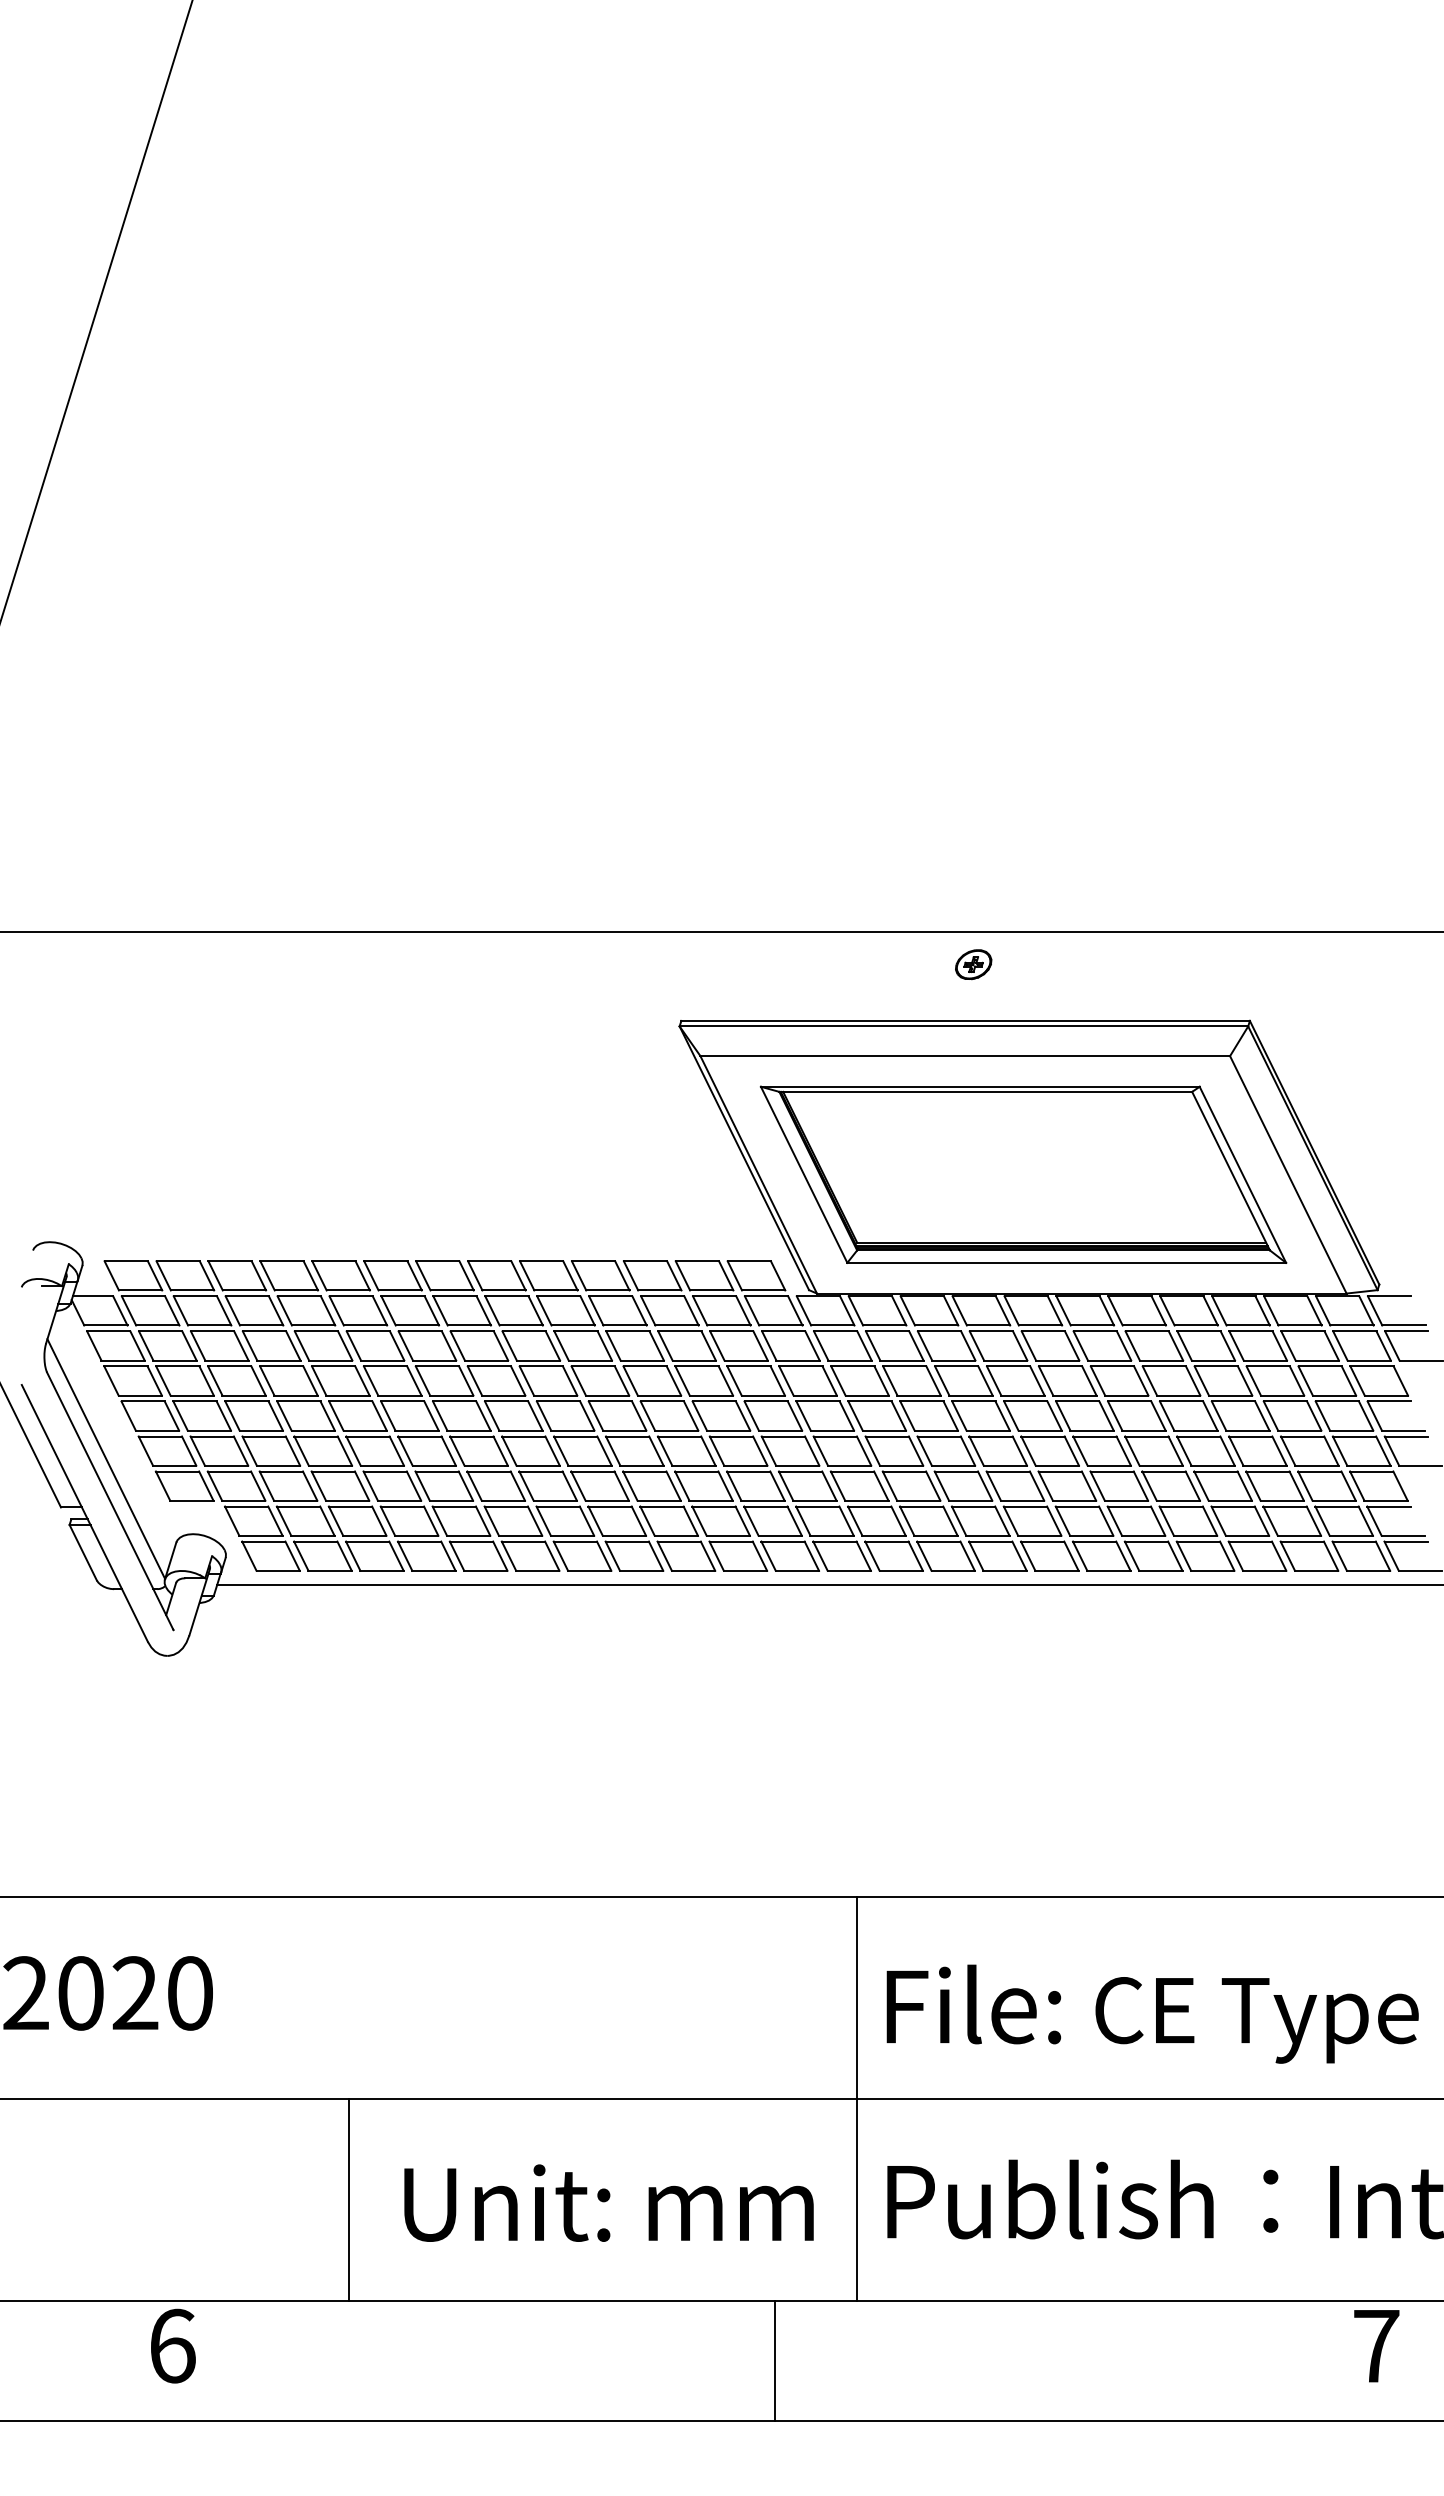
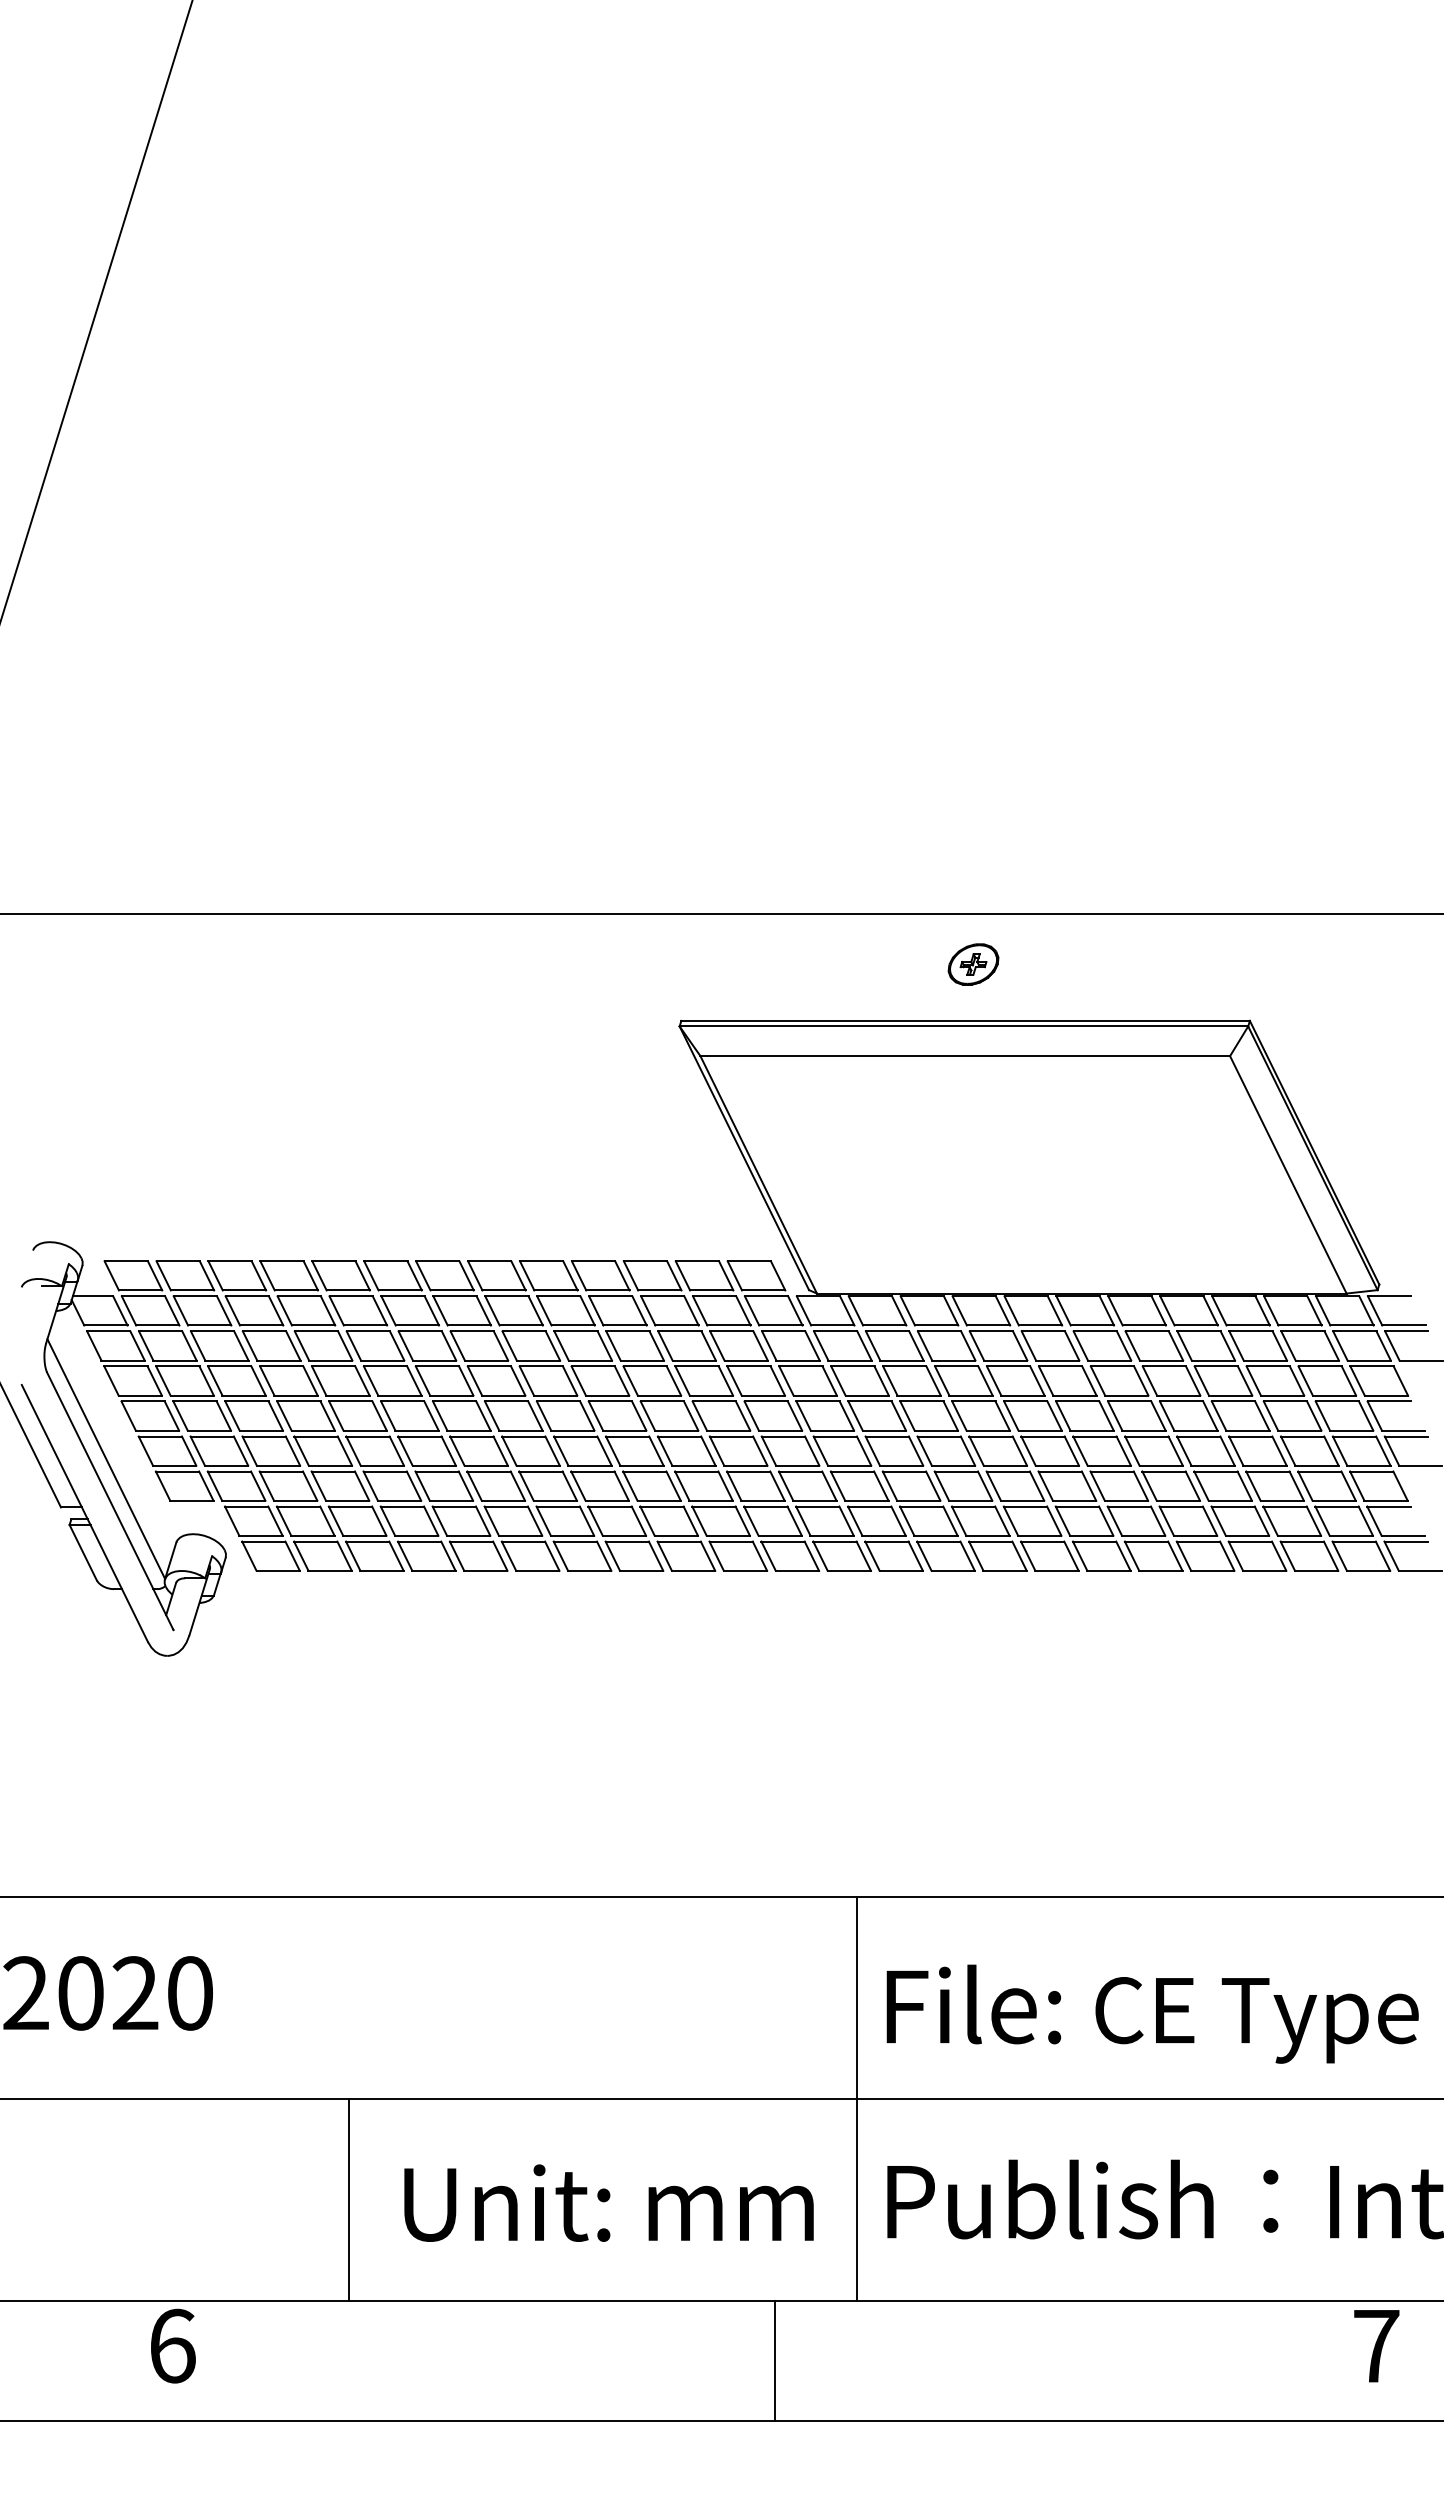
line at (721, 931) position: (721, 931) -> (721, 913)
part at (973, 964) size: 38x32 px -> 53x43 px
part at (1023, 1174): present -> none
line at (828, 1585): present -> none
